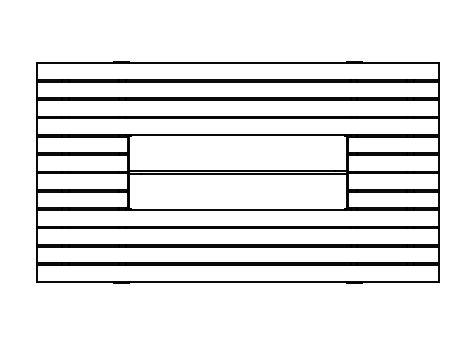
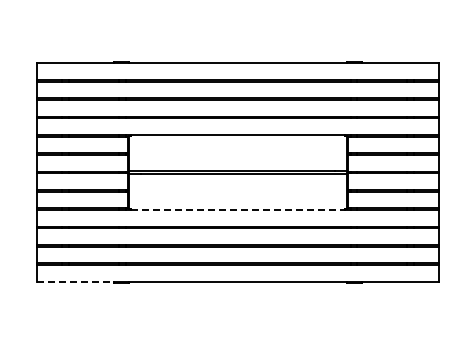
line at (237, 209): solid -> dashed
line at (75, 281): solid -> dashed
